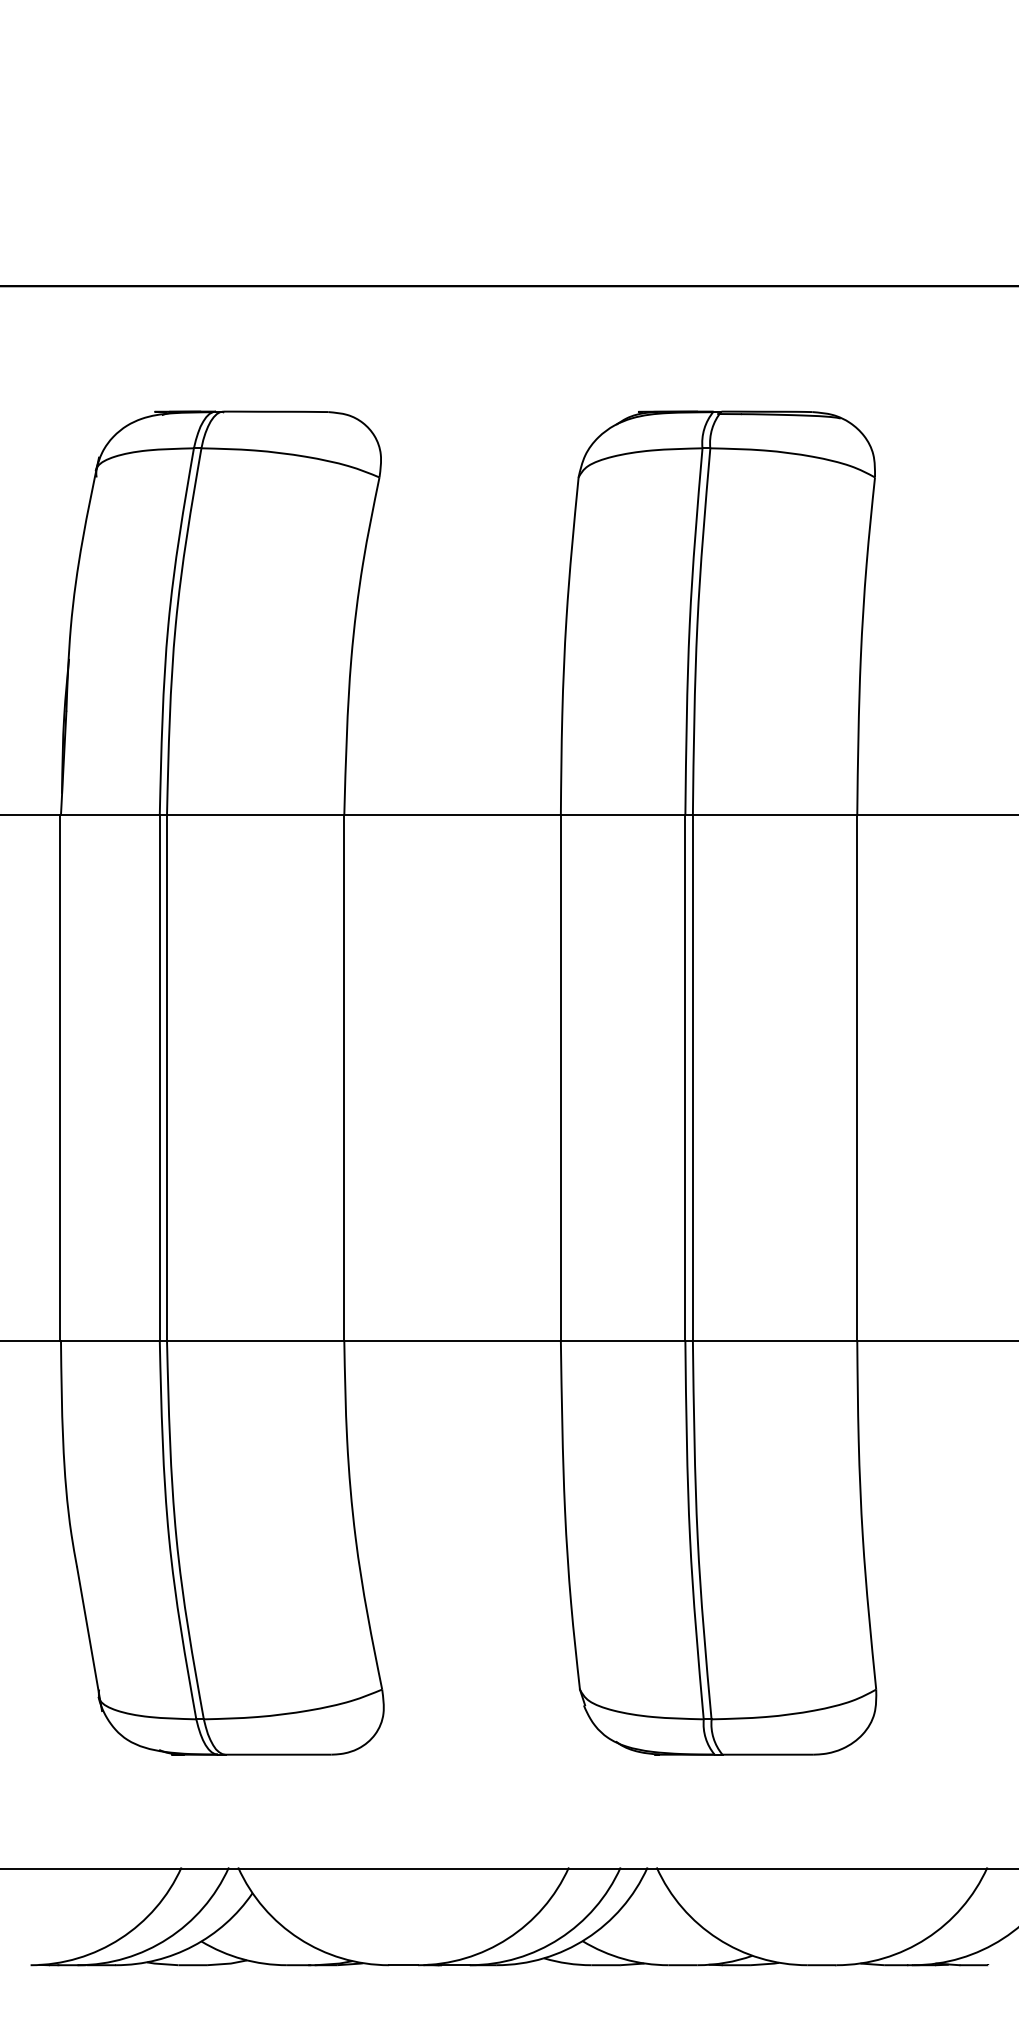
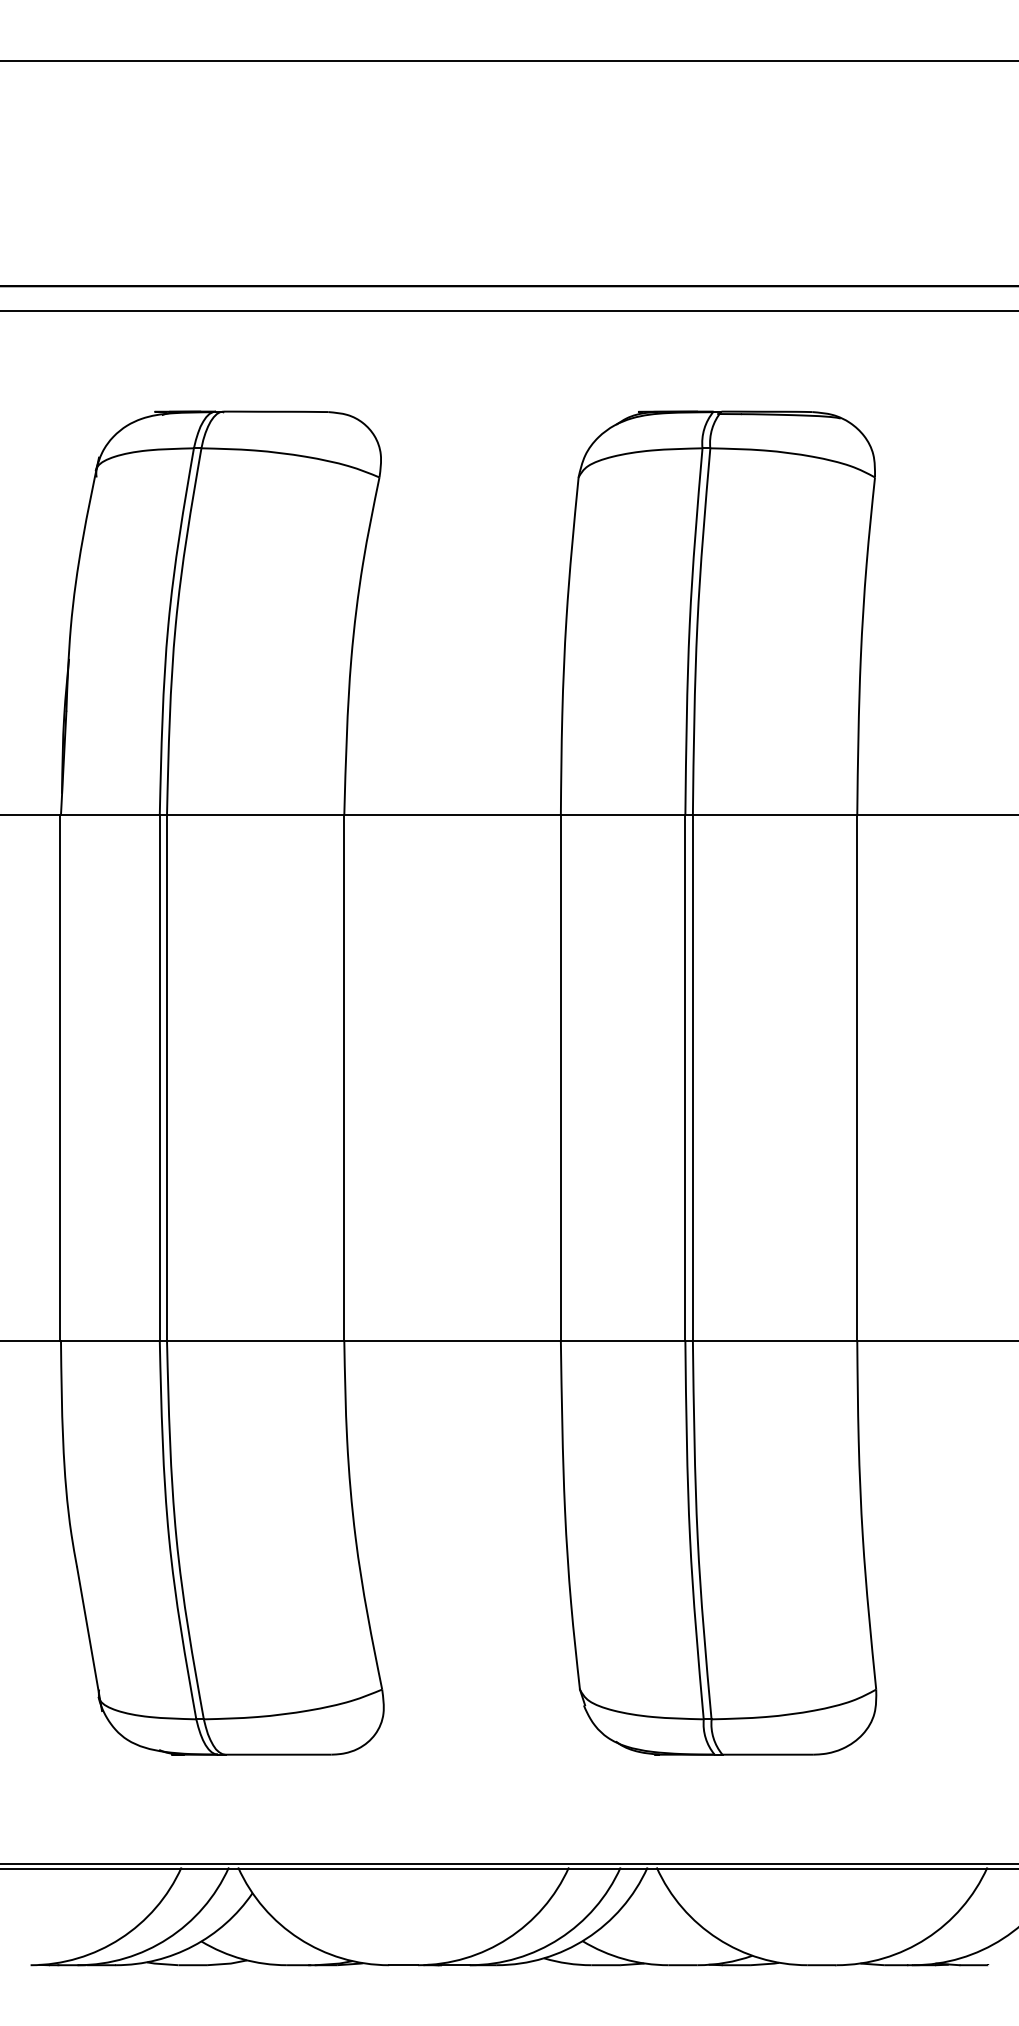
line at (508, 60): none -> present
line at (508, 310): none -> present
line at (508, 1864): none -> present
